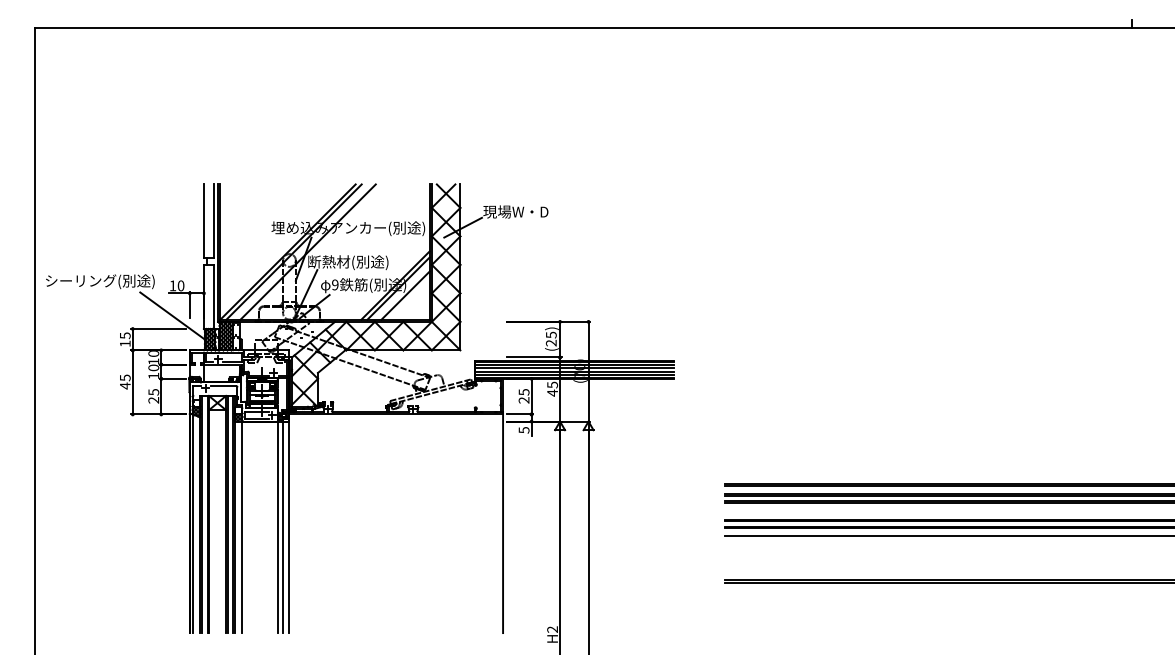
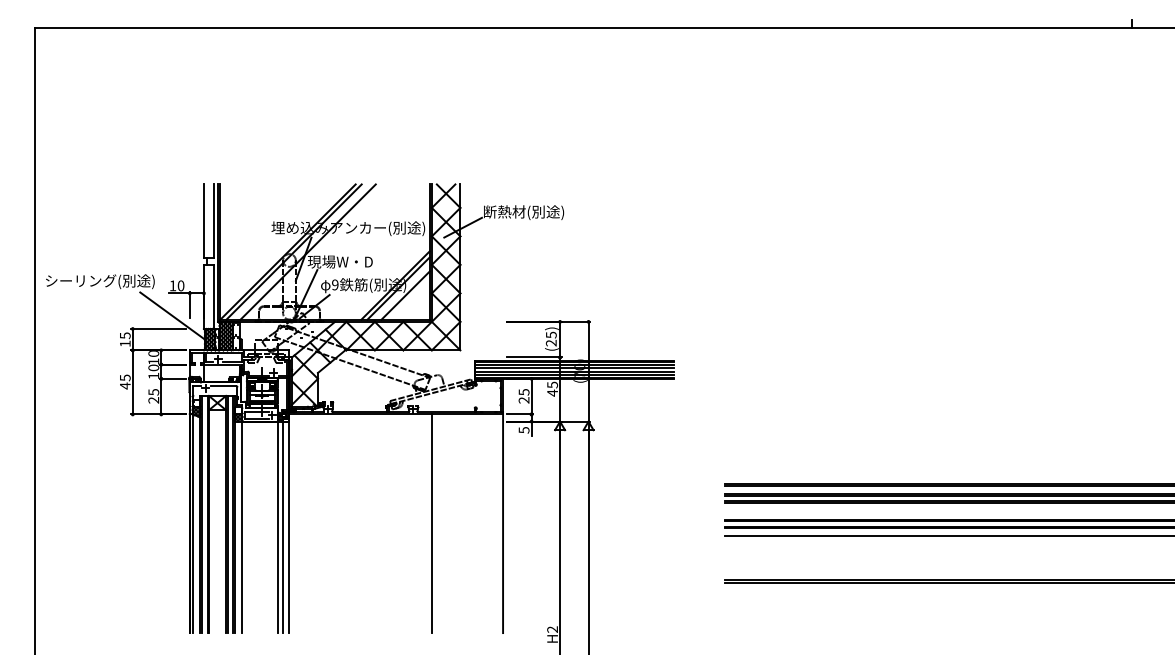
text at (523, 212): 現場W・D -> 断熱材(別途)
text at (347, 262): 断熱材(別途) -> 現場W・D
line at (431, 523): none -> present
